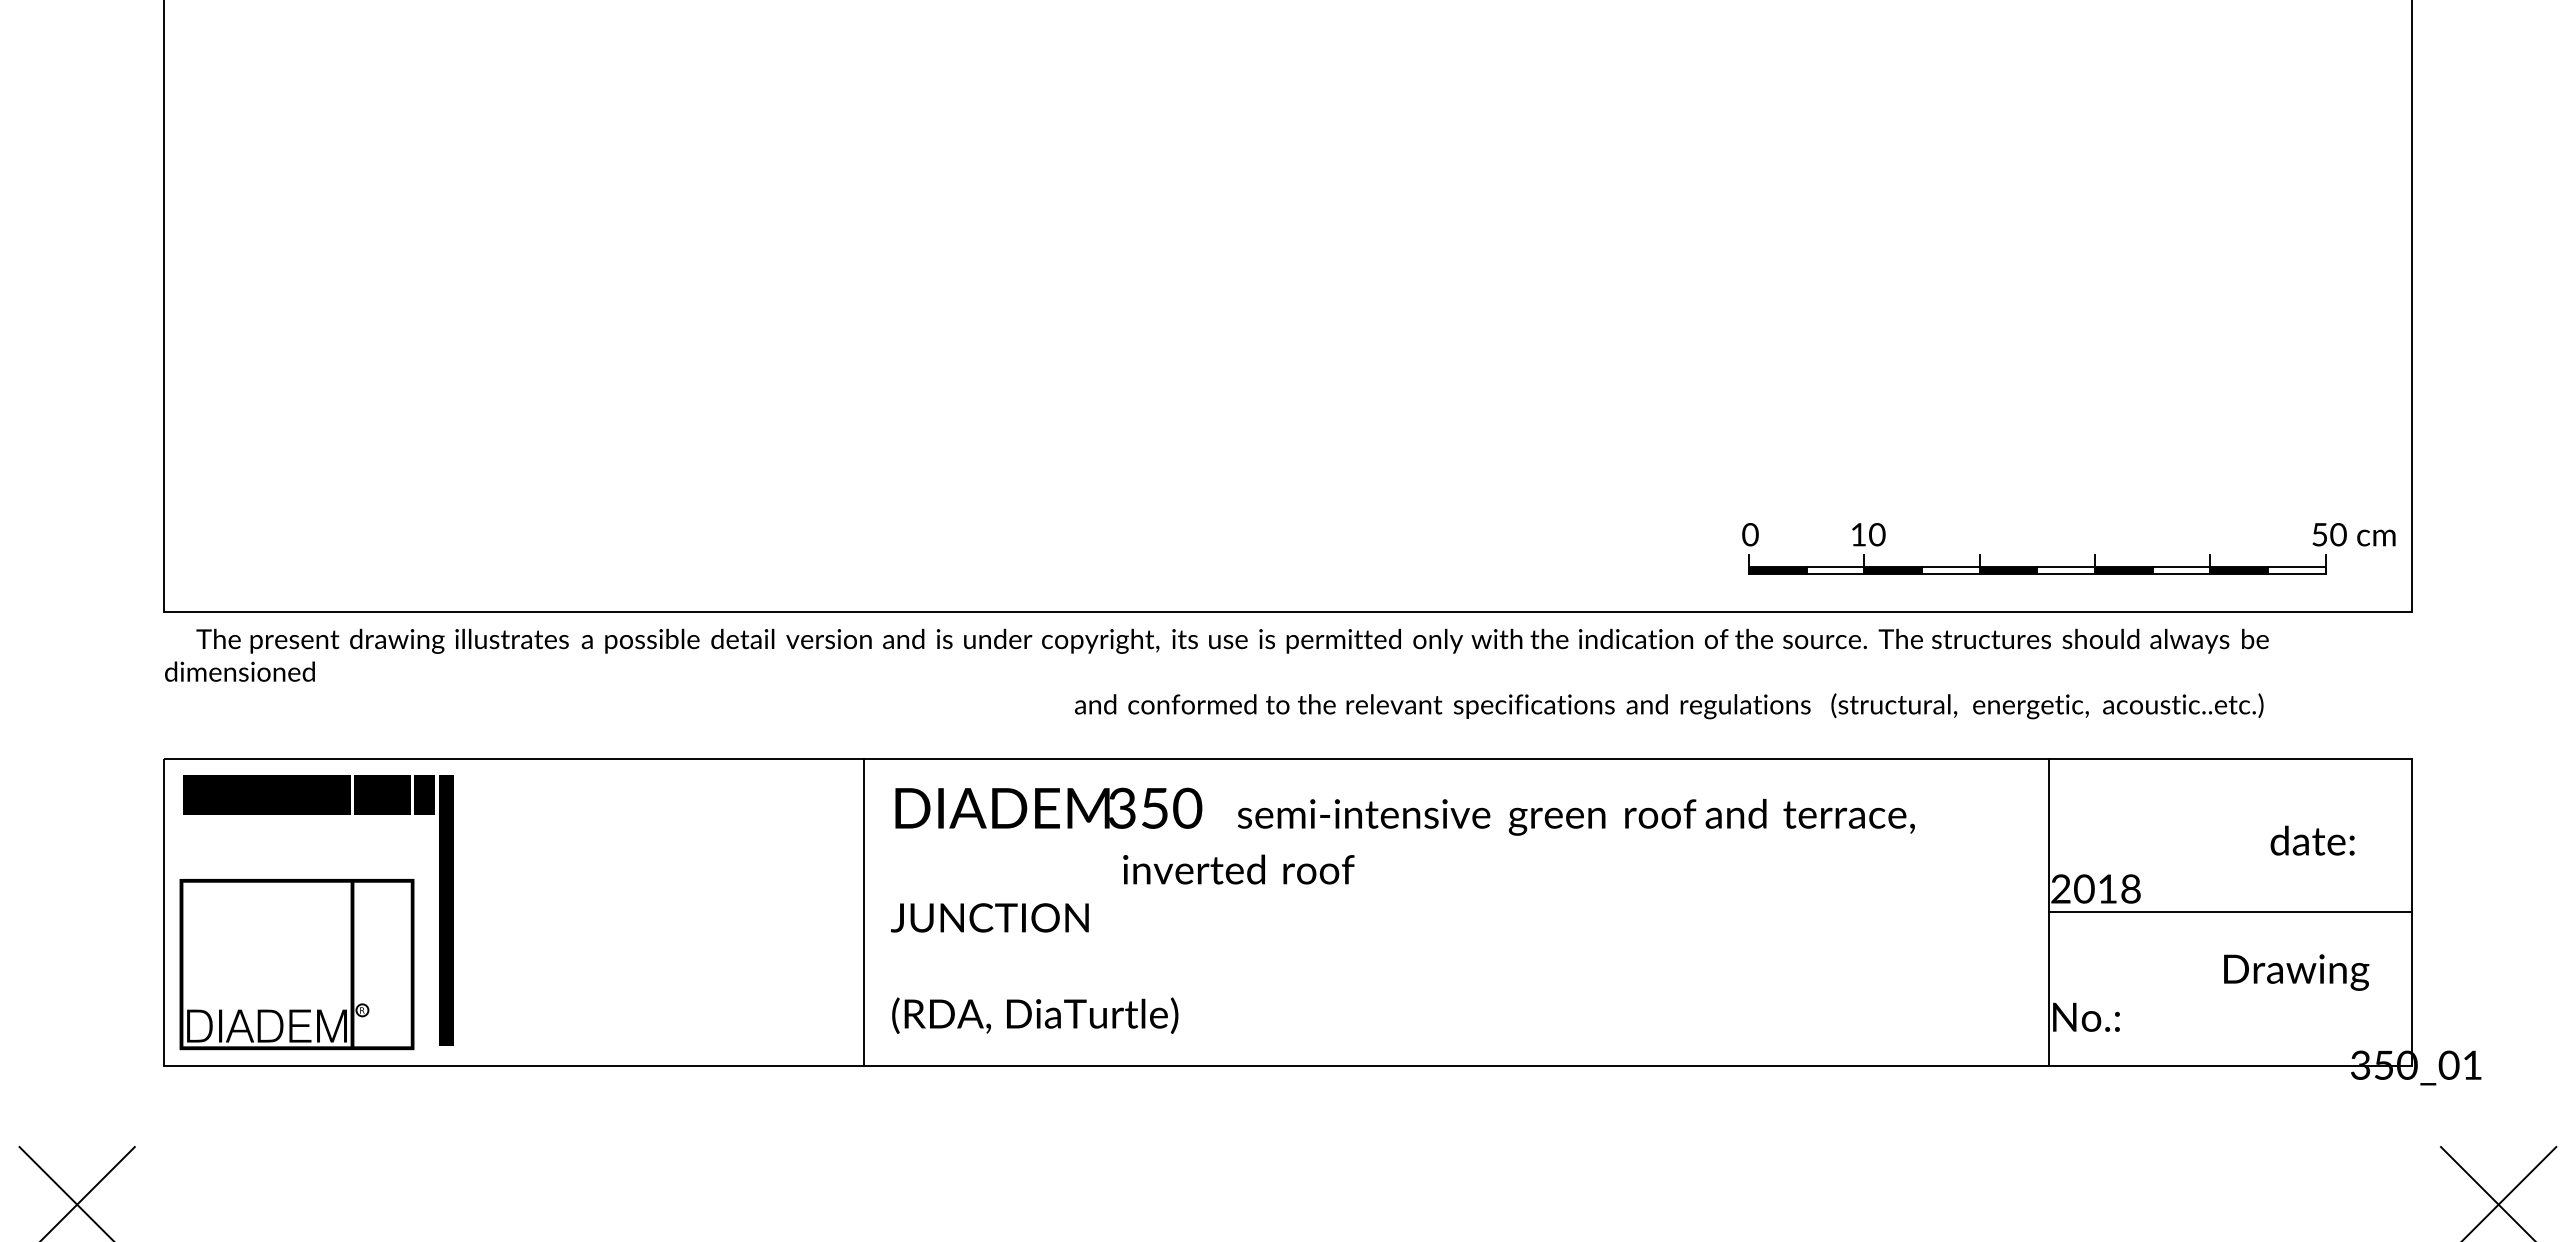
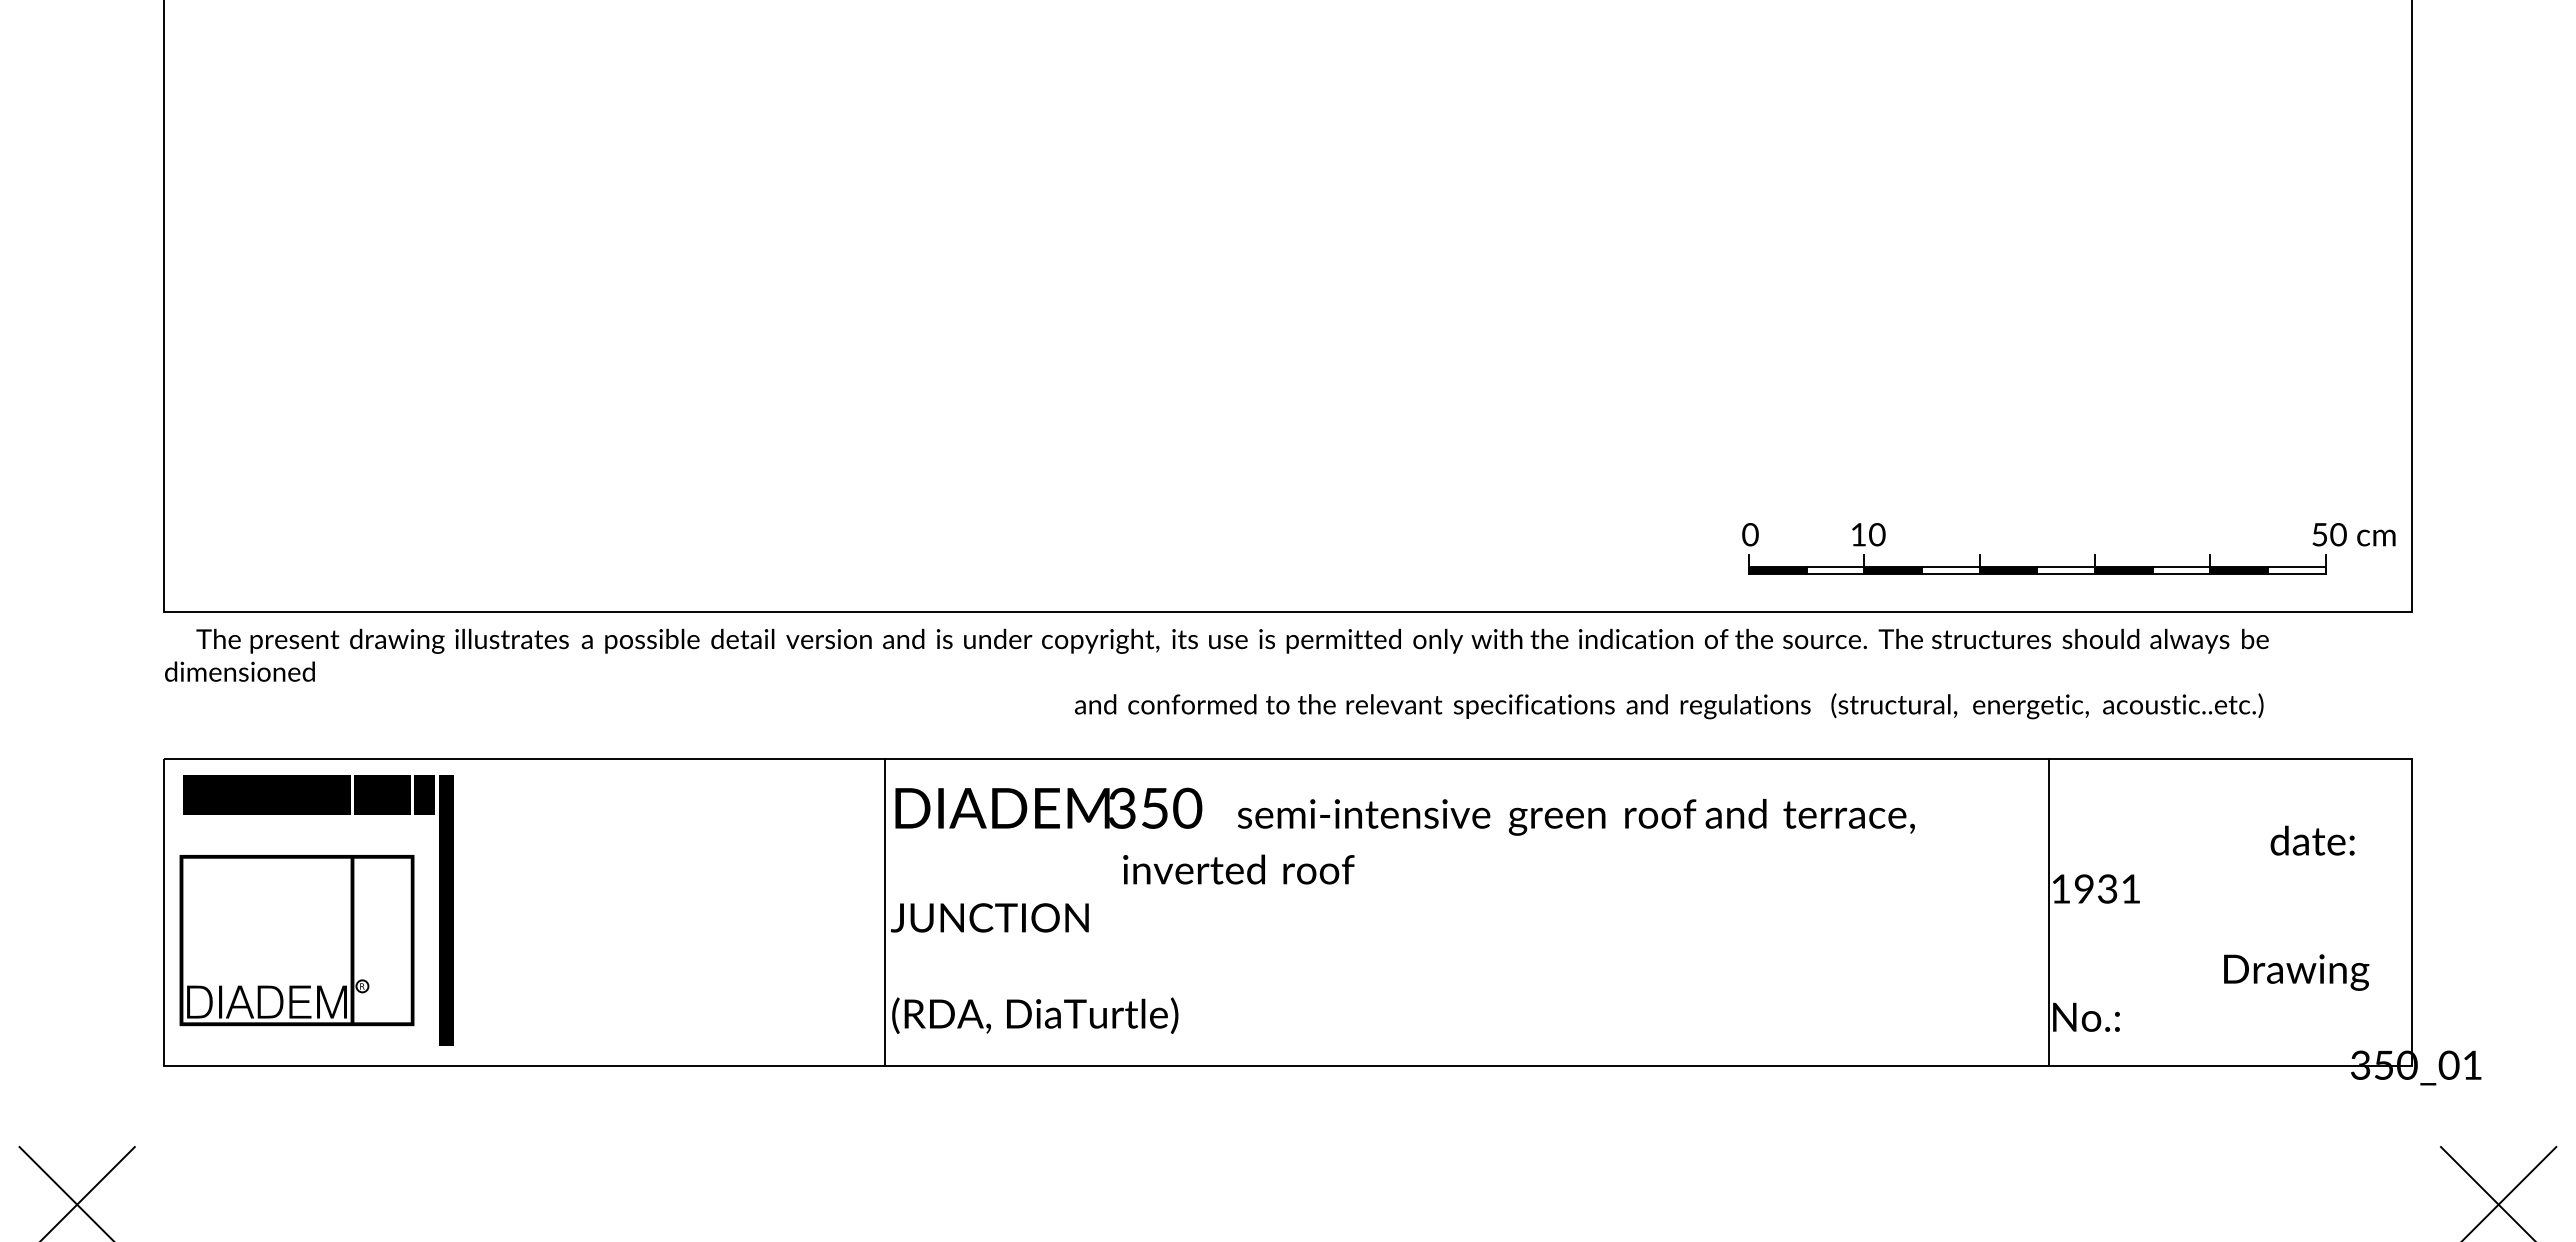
text at (2095, 888): 2018 -> 1931
line at (863, 912) position: (863, 912) -> (884, 912)
line at (2230, 912): present -> none
part at (296, 964) position: (296, 964) -> (296, 940)
